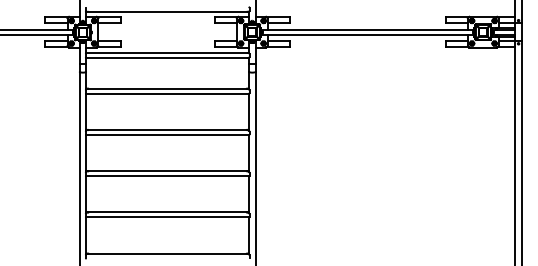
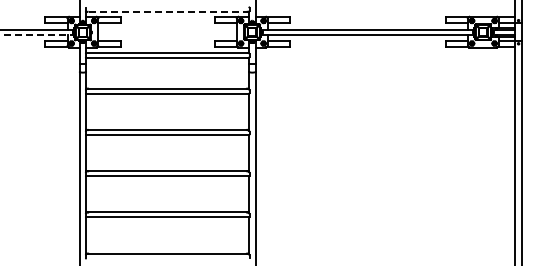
line at (168, 11): solid -> dashed
line at (37, 35): solid -> dashed
